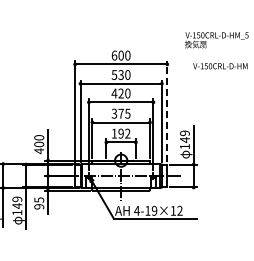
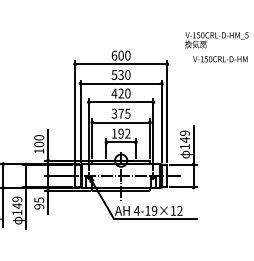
text at (220, 66) position: (220, 66) -> (220, 59)
line at (167, 110): dashed -> solid
text at (39, 151): 400 -> 100
